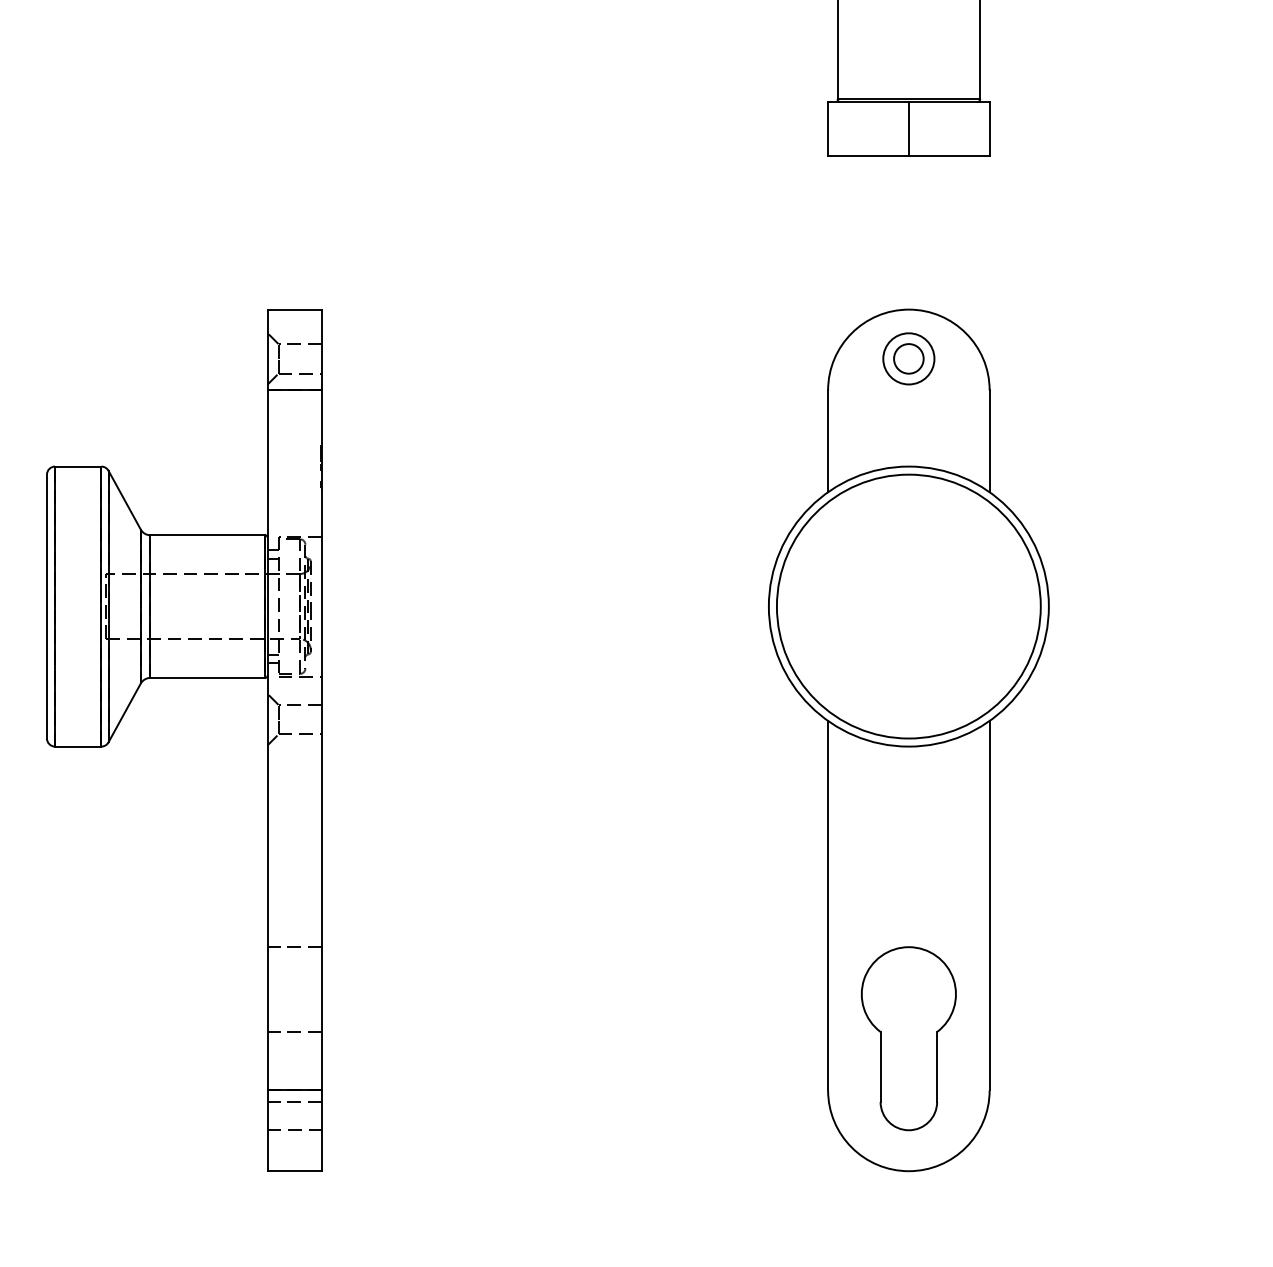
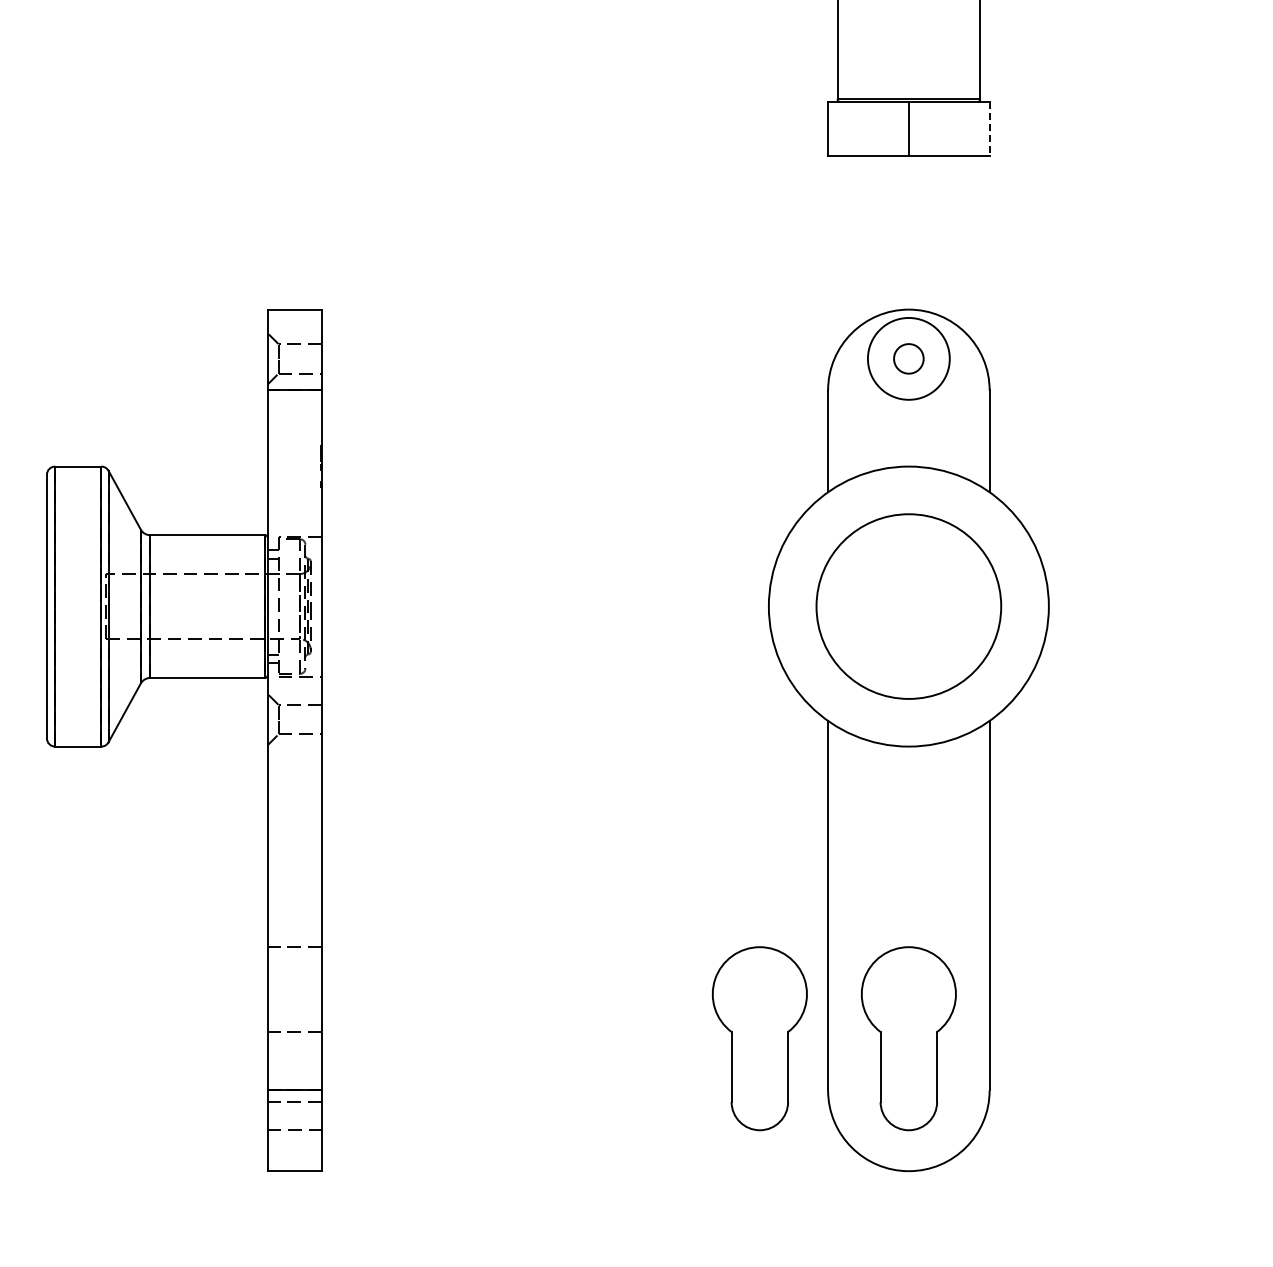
line at (989, 128): solid -> dashed
circle at (908, 358) diameter: 51 px -> 82 px
circle at (908, 606) diameter: 264 px -> 185 px
part at (759, 1038): none -> present
